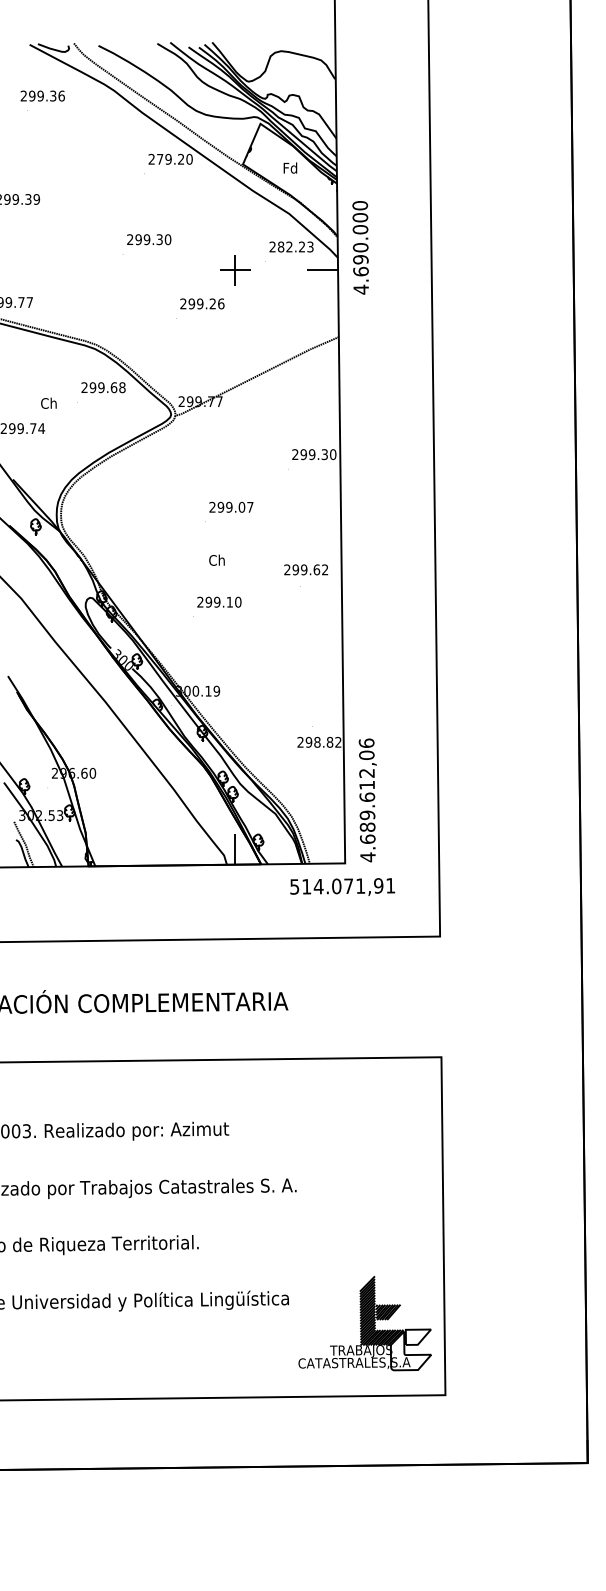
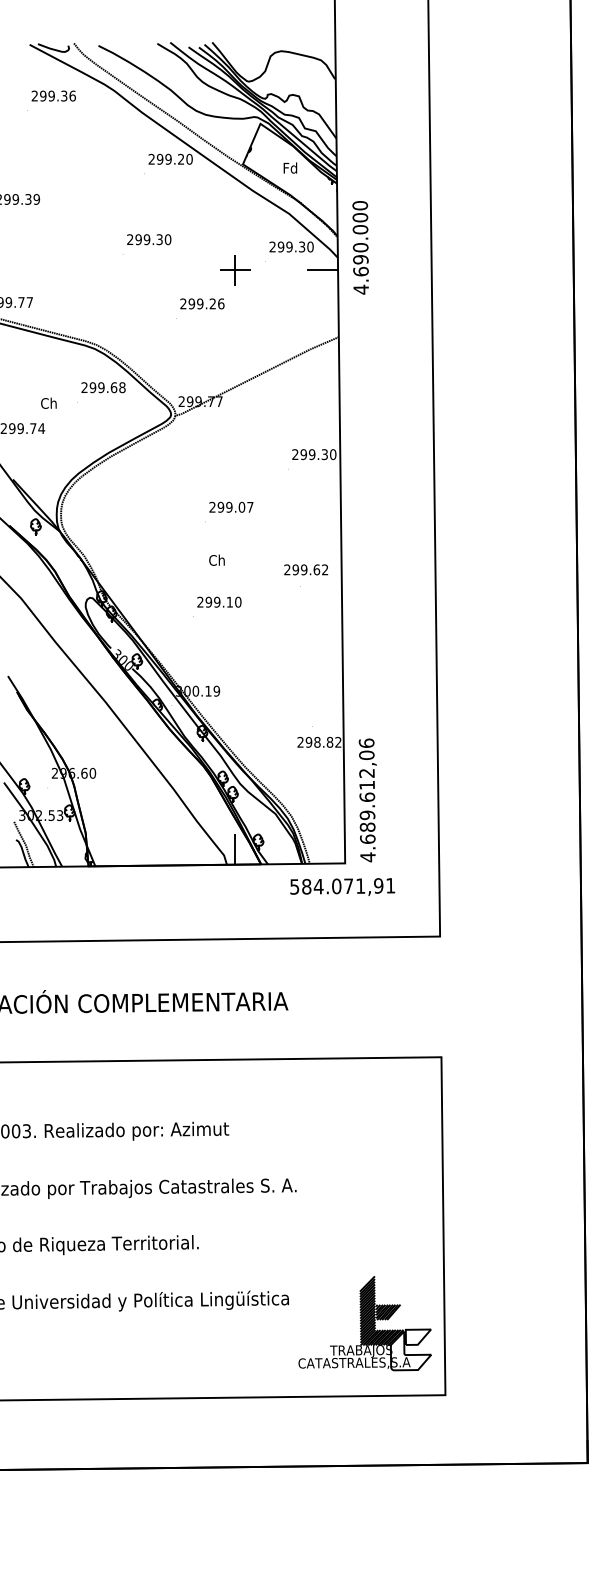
text at (42, 95) position: (42, 95) -> (53, 95)
text at (159, 158): 279.20 -> 299.20
text at (295, 246): 282.23 -> 299.30
text at (306, 886): 514.071,91 -> 584.071,91
